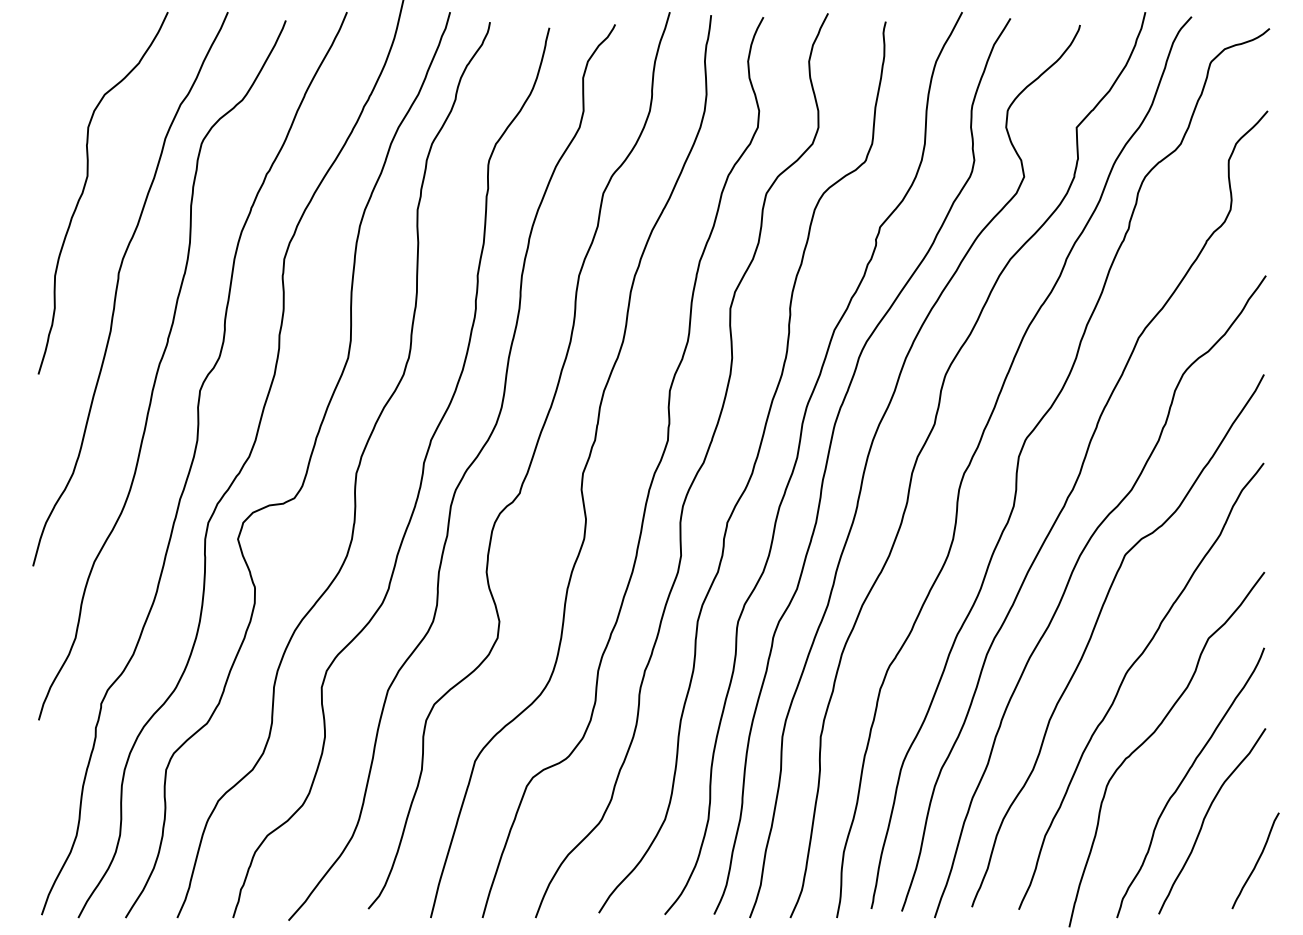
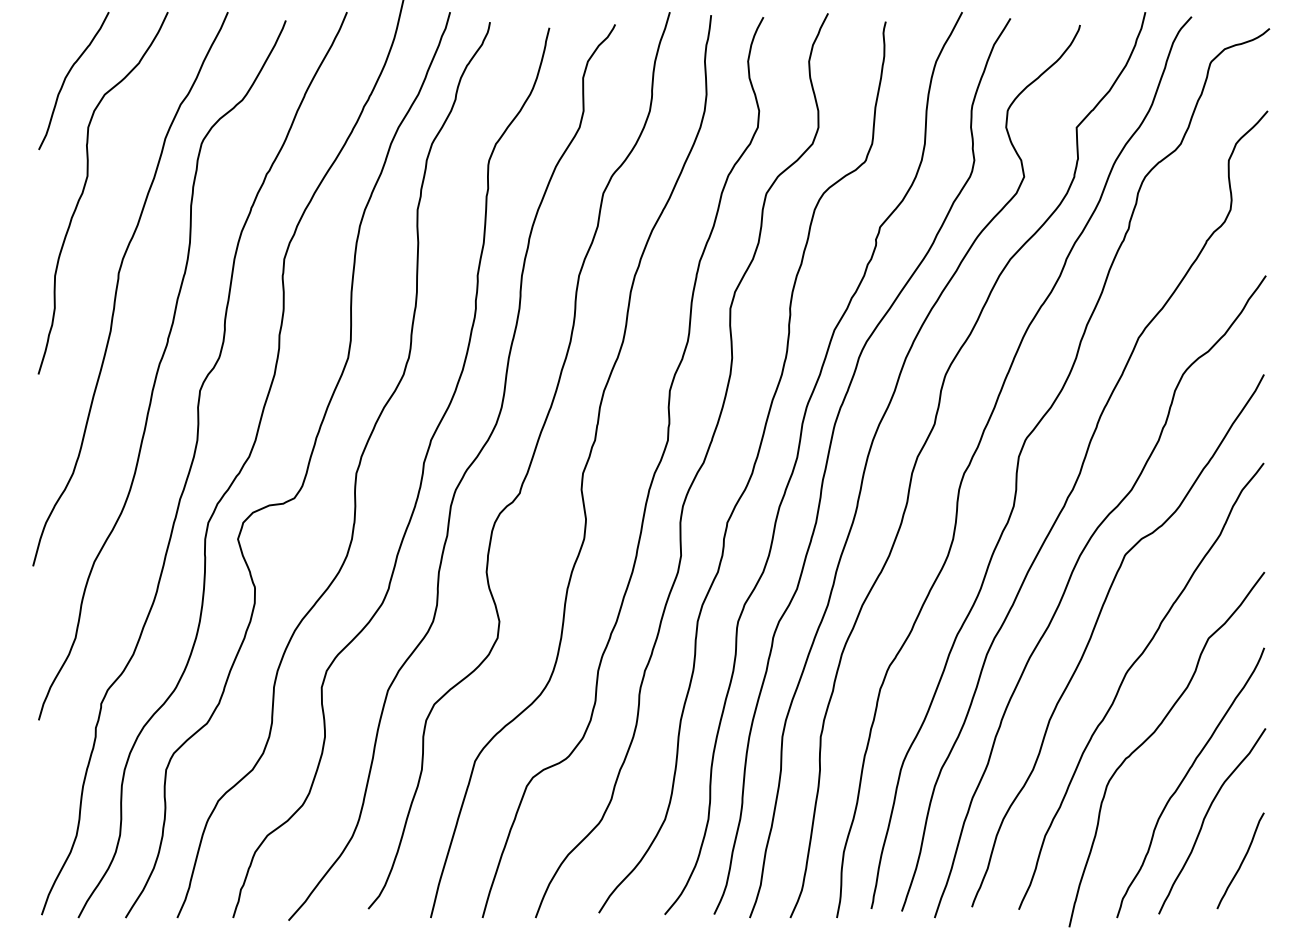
curve at (66, 78): none -> present
curve at (1256, 861) position: (1256, 861) -> (1241, 861)
